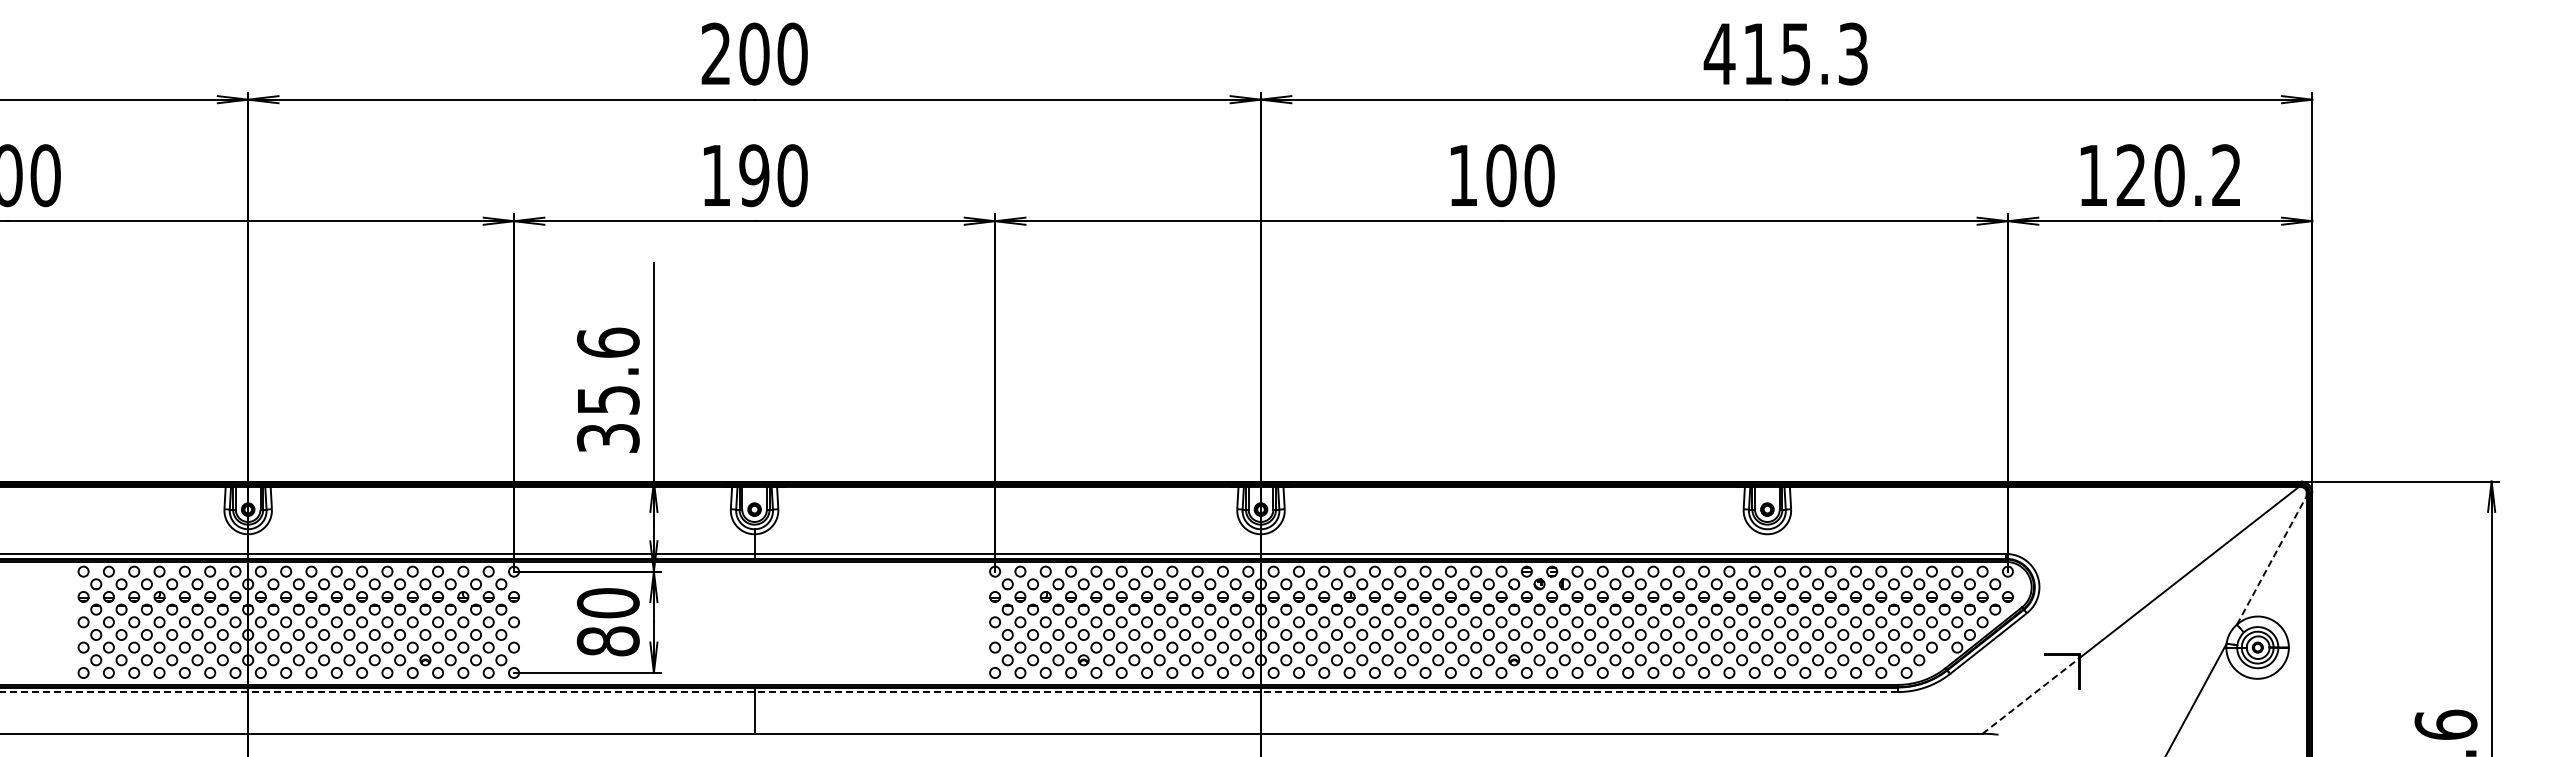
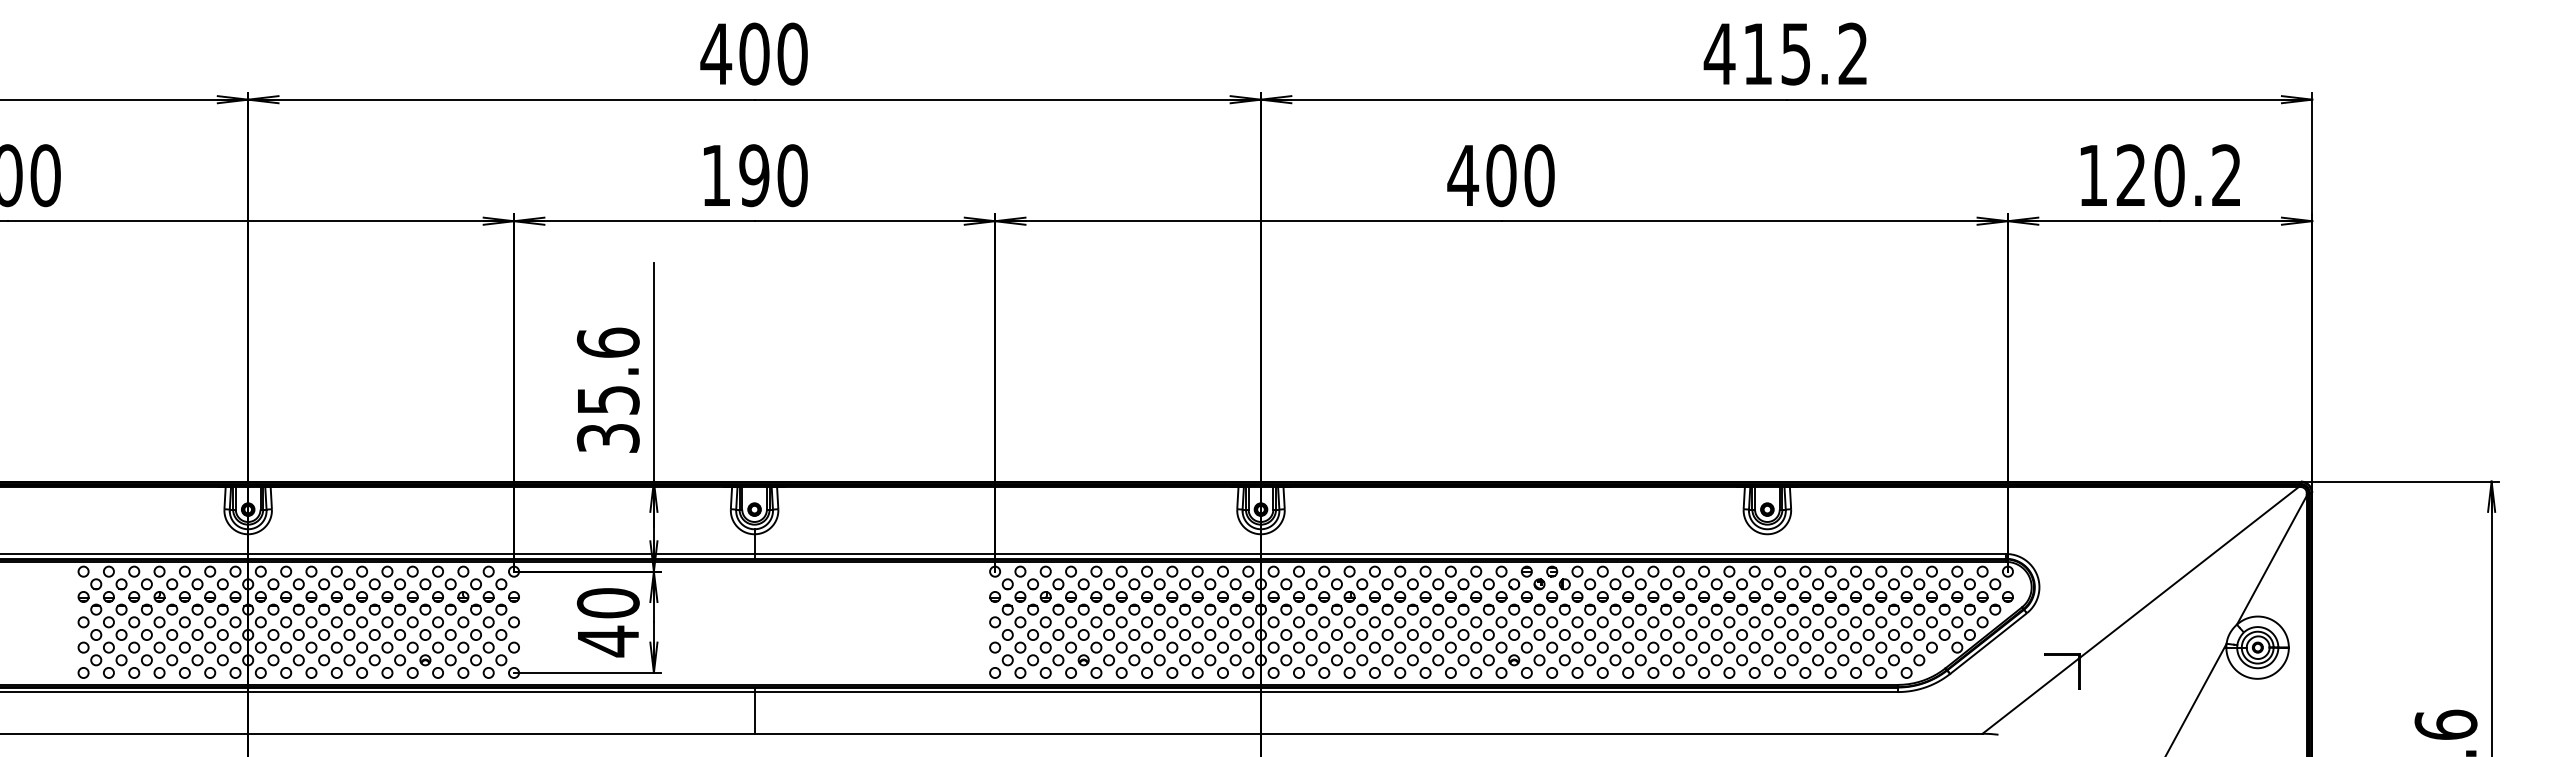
text at (716, 53): 200 -> 400
text at (1852, 53): 415.3 -> 415.2
text at (1463, 175): 100 -> 400
line at (2272, 559): dashed -> solid
text at (607, 641): 80 -> 40
line at (949, 692): dashed -> solid
line at (2031, 695): dashed -> solid
